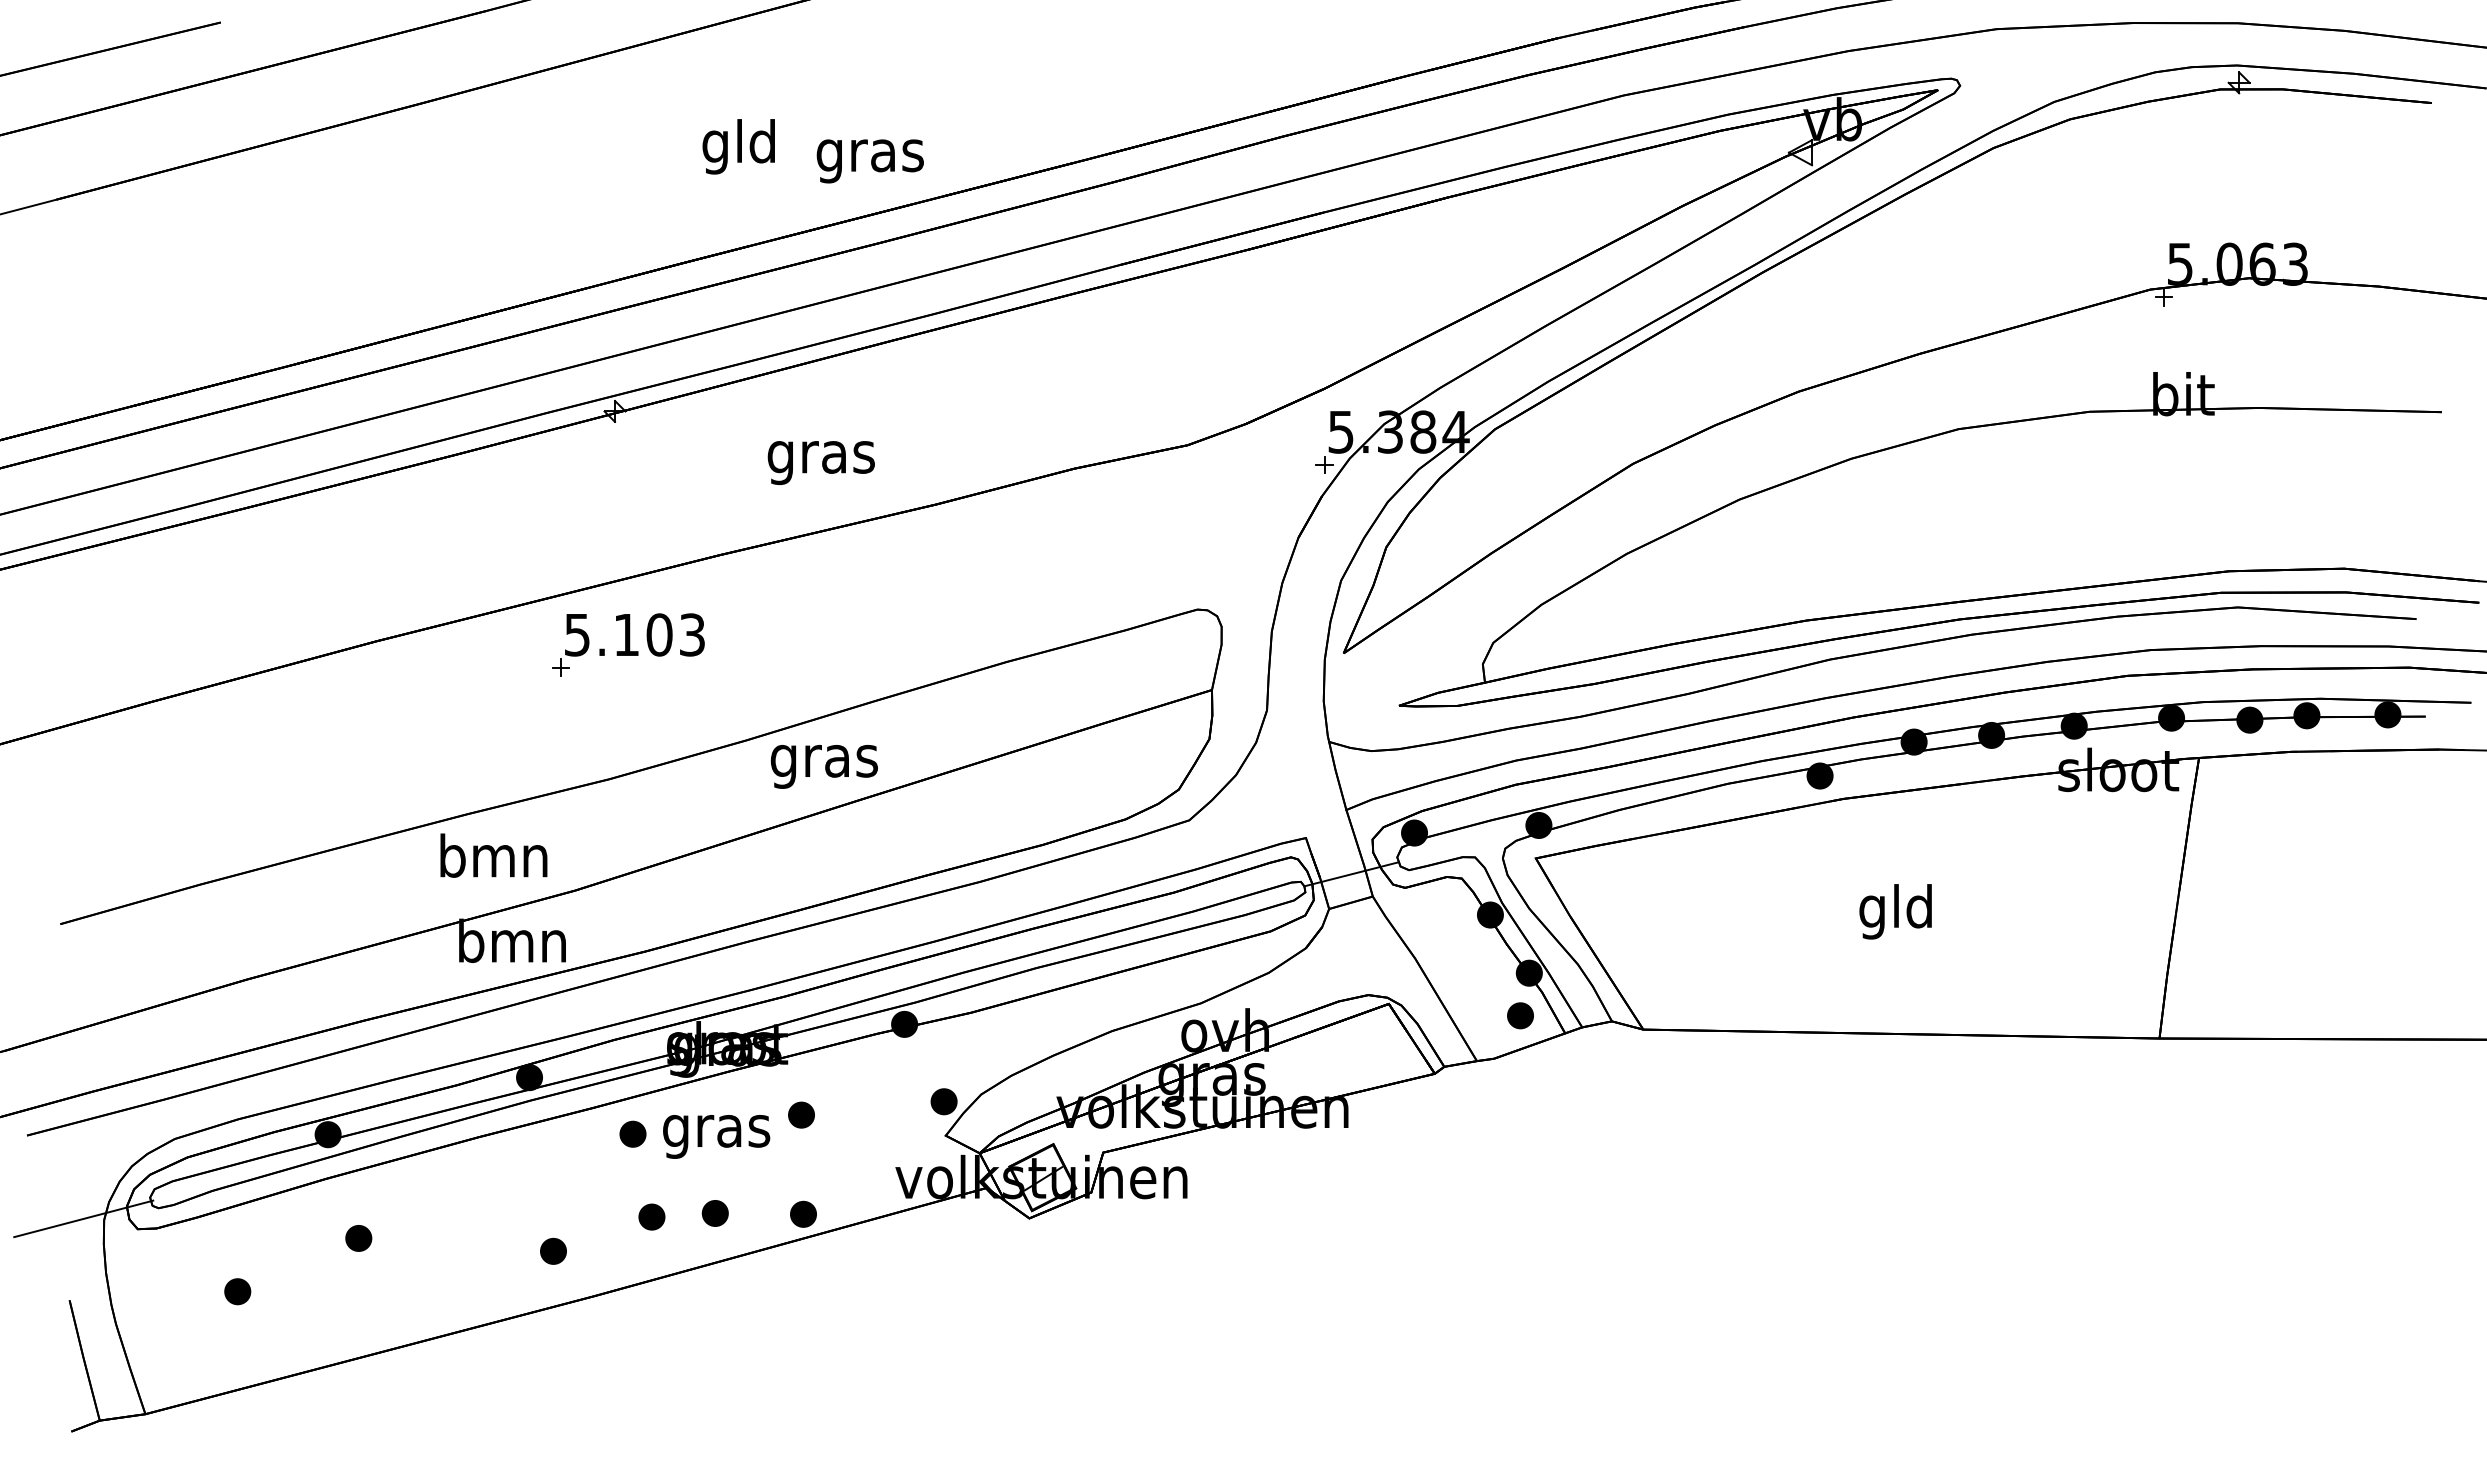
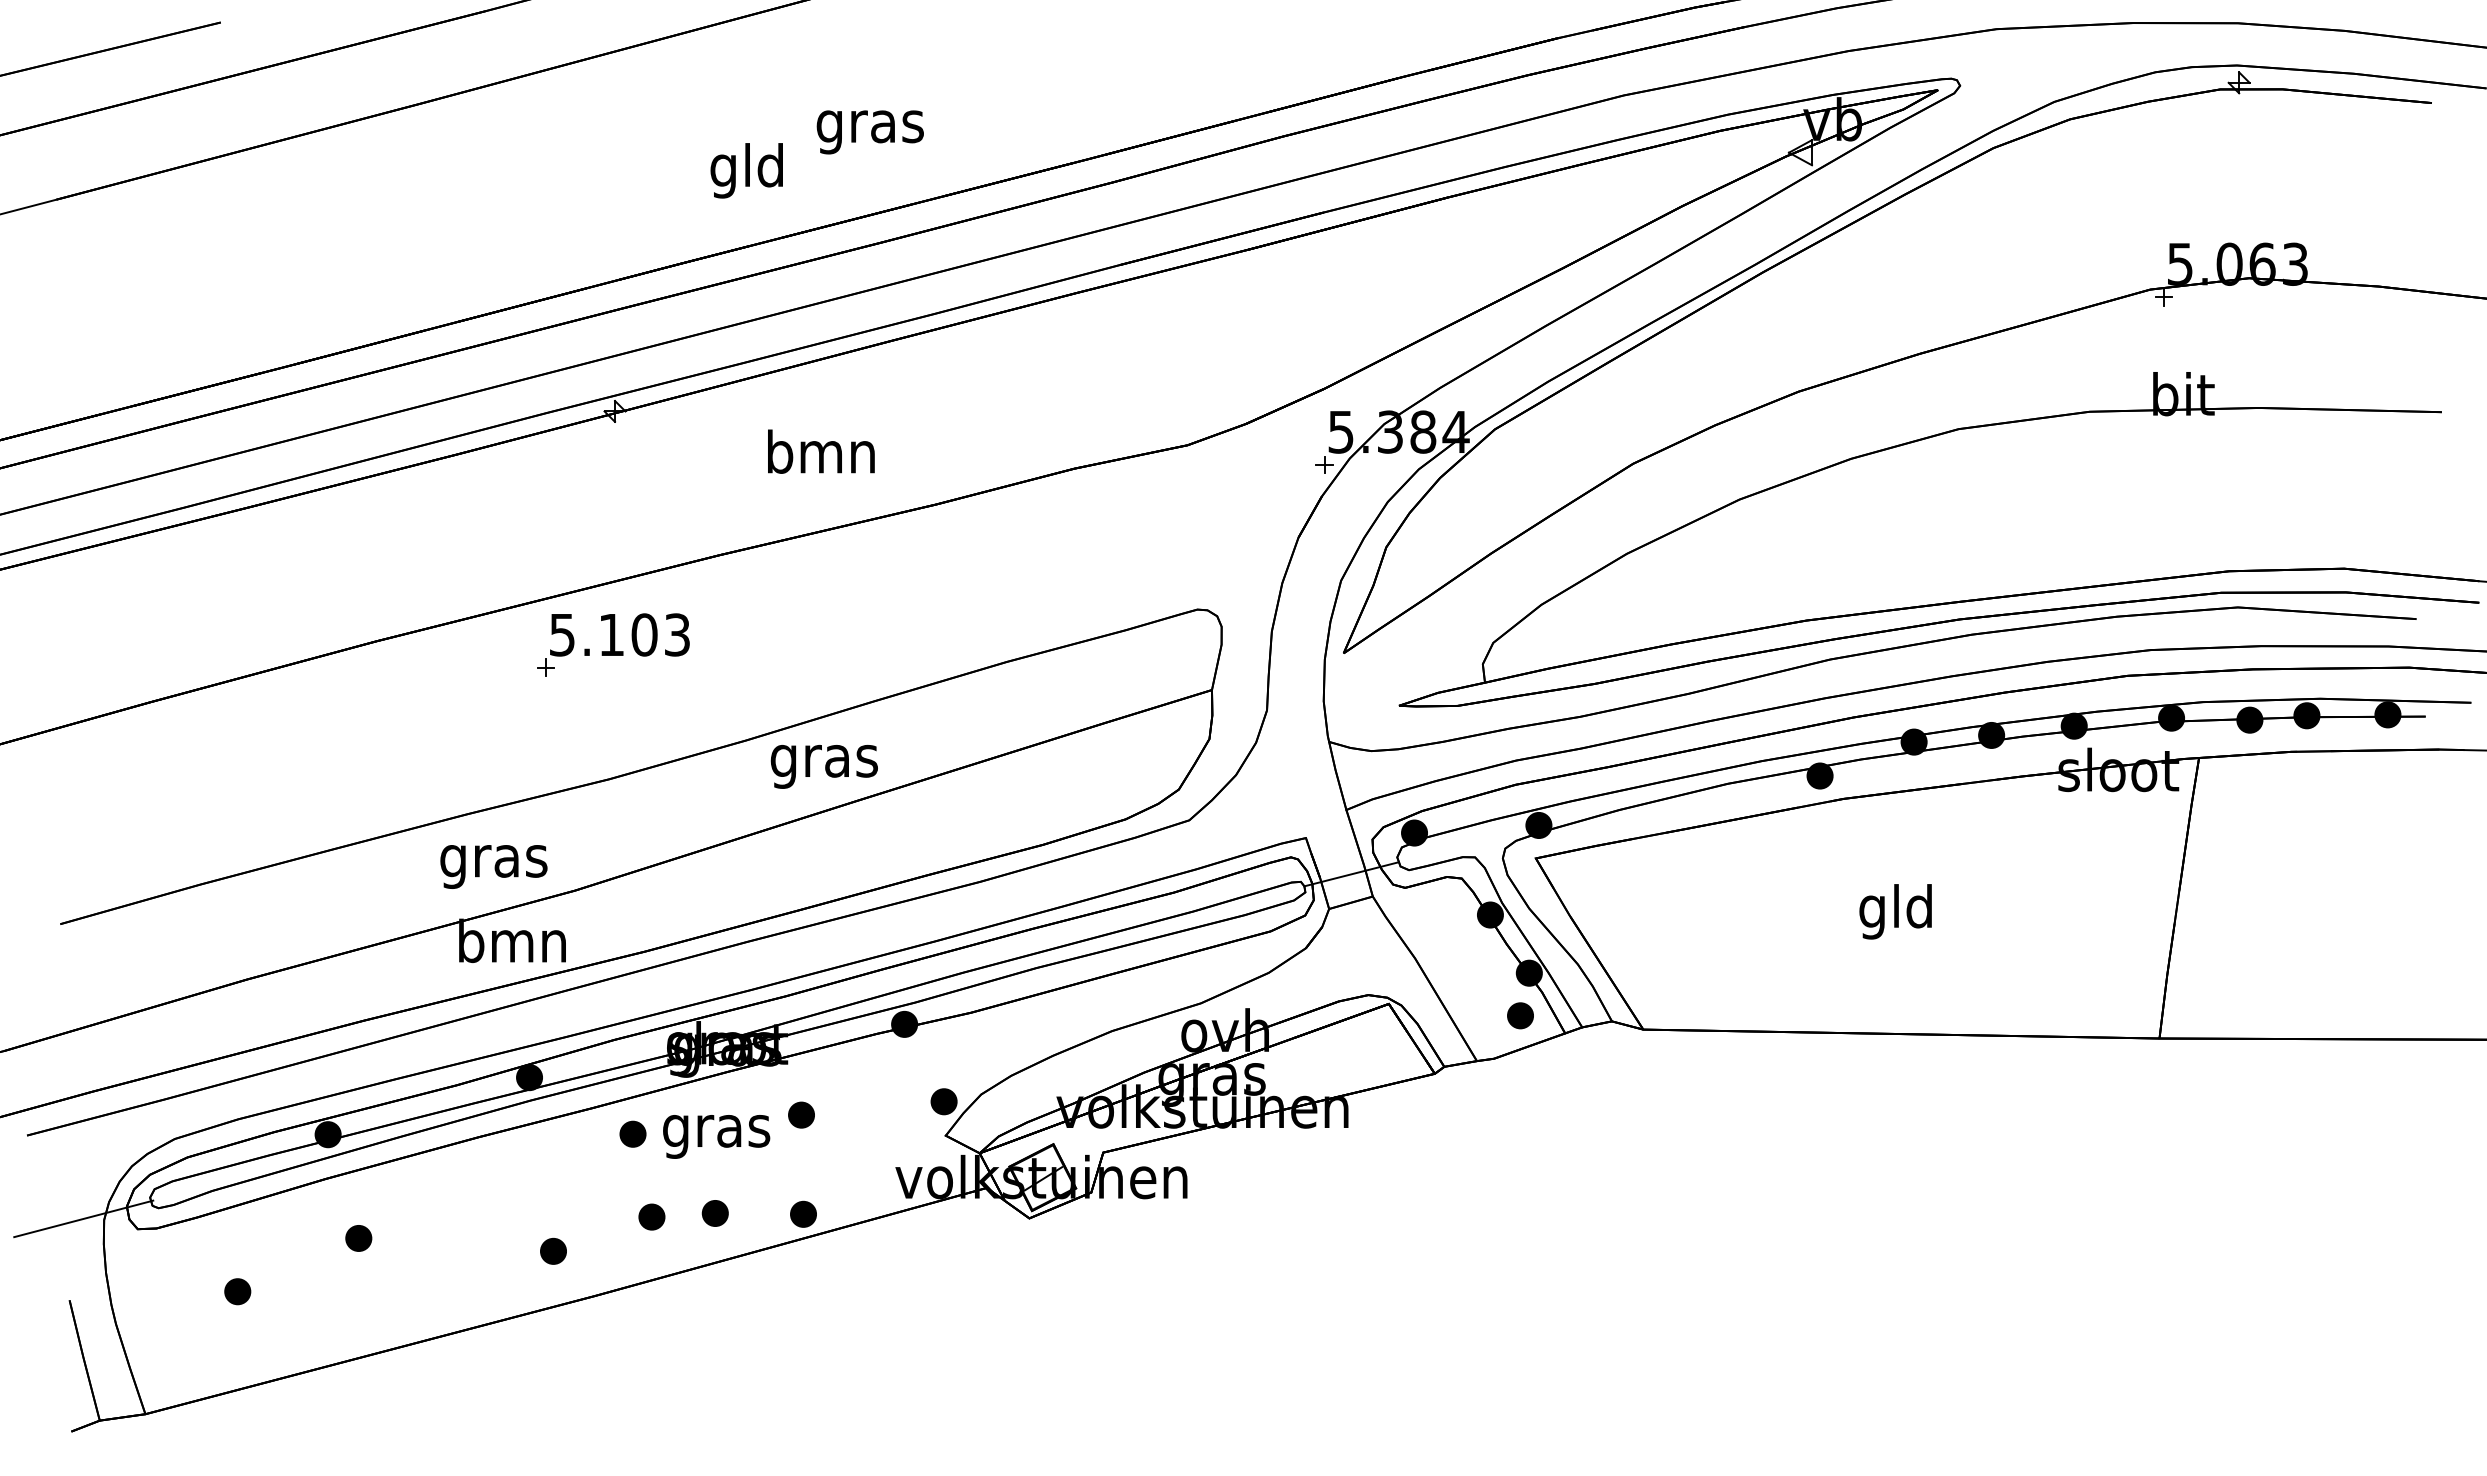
text at (738, 146) position: (738, 146) -> (746, 170)
text at (869, 161) position: (869, 161) -> (869, 132)
text at (820, 457): gras -> bmn
part at (628, 644) position: (628, 644) -> (613, 644)
text at (493, 860): bmn -> gras
